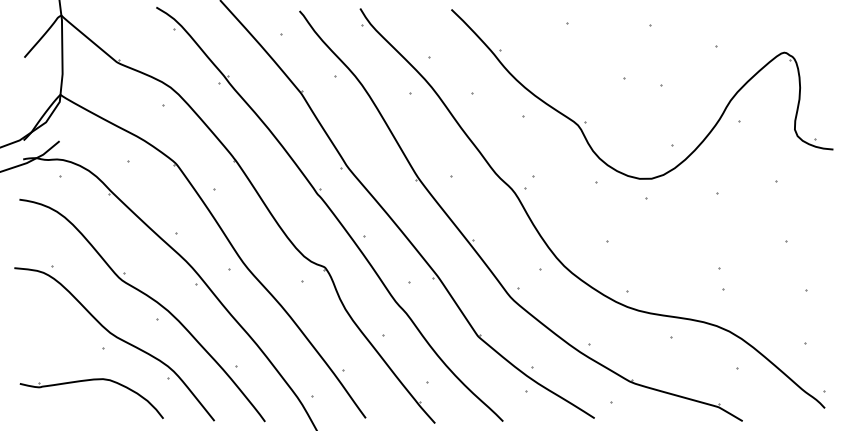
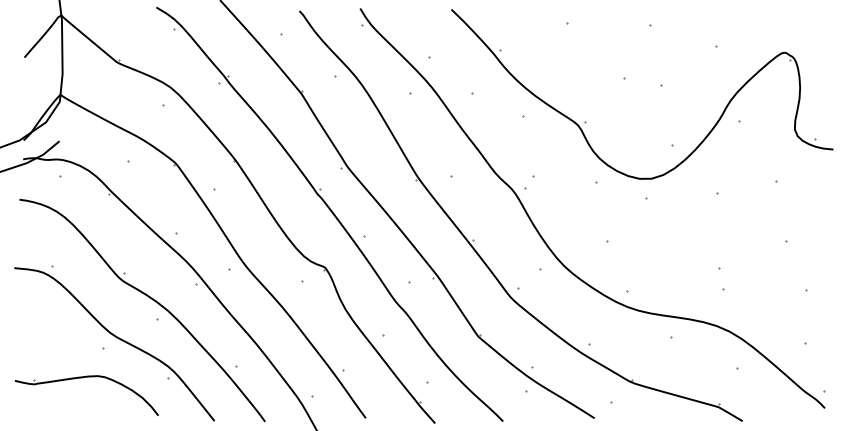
part at (87, 381) position: (87, 381) -> (82, 378)
